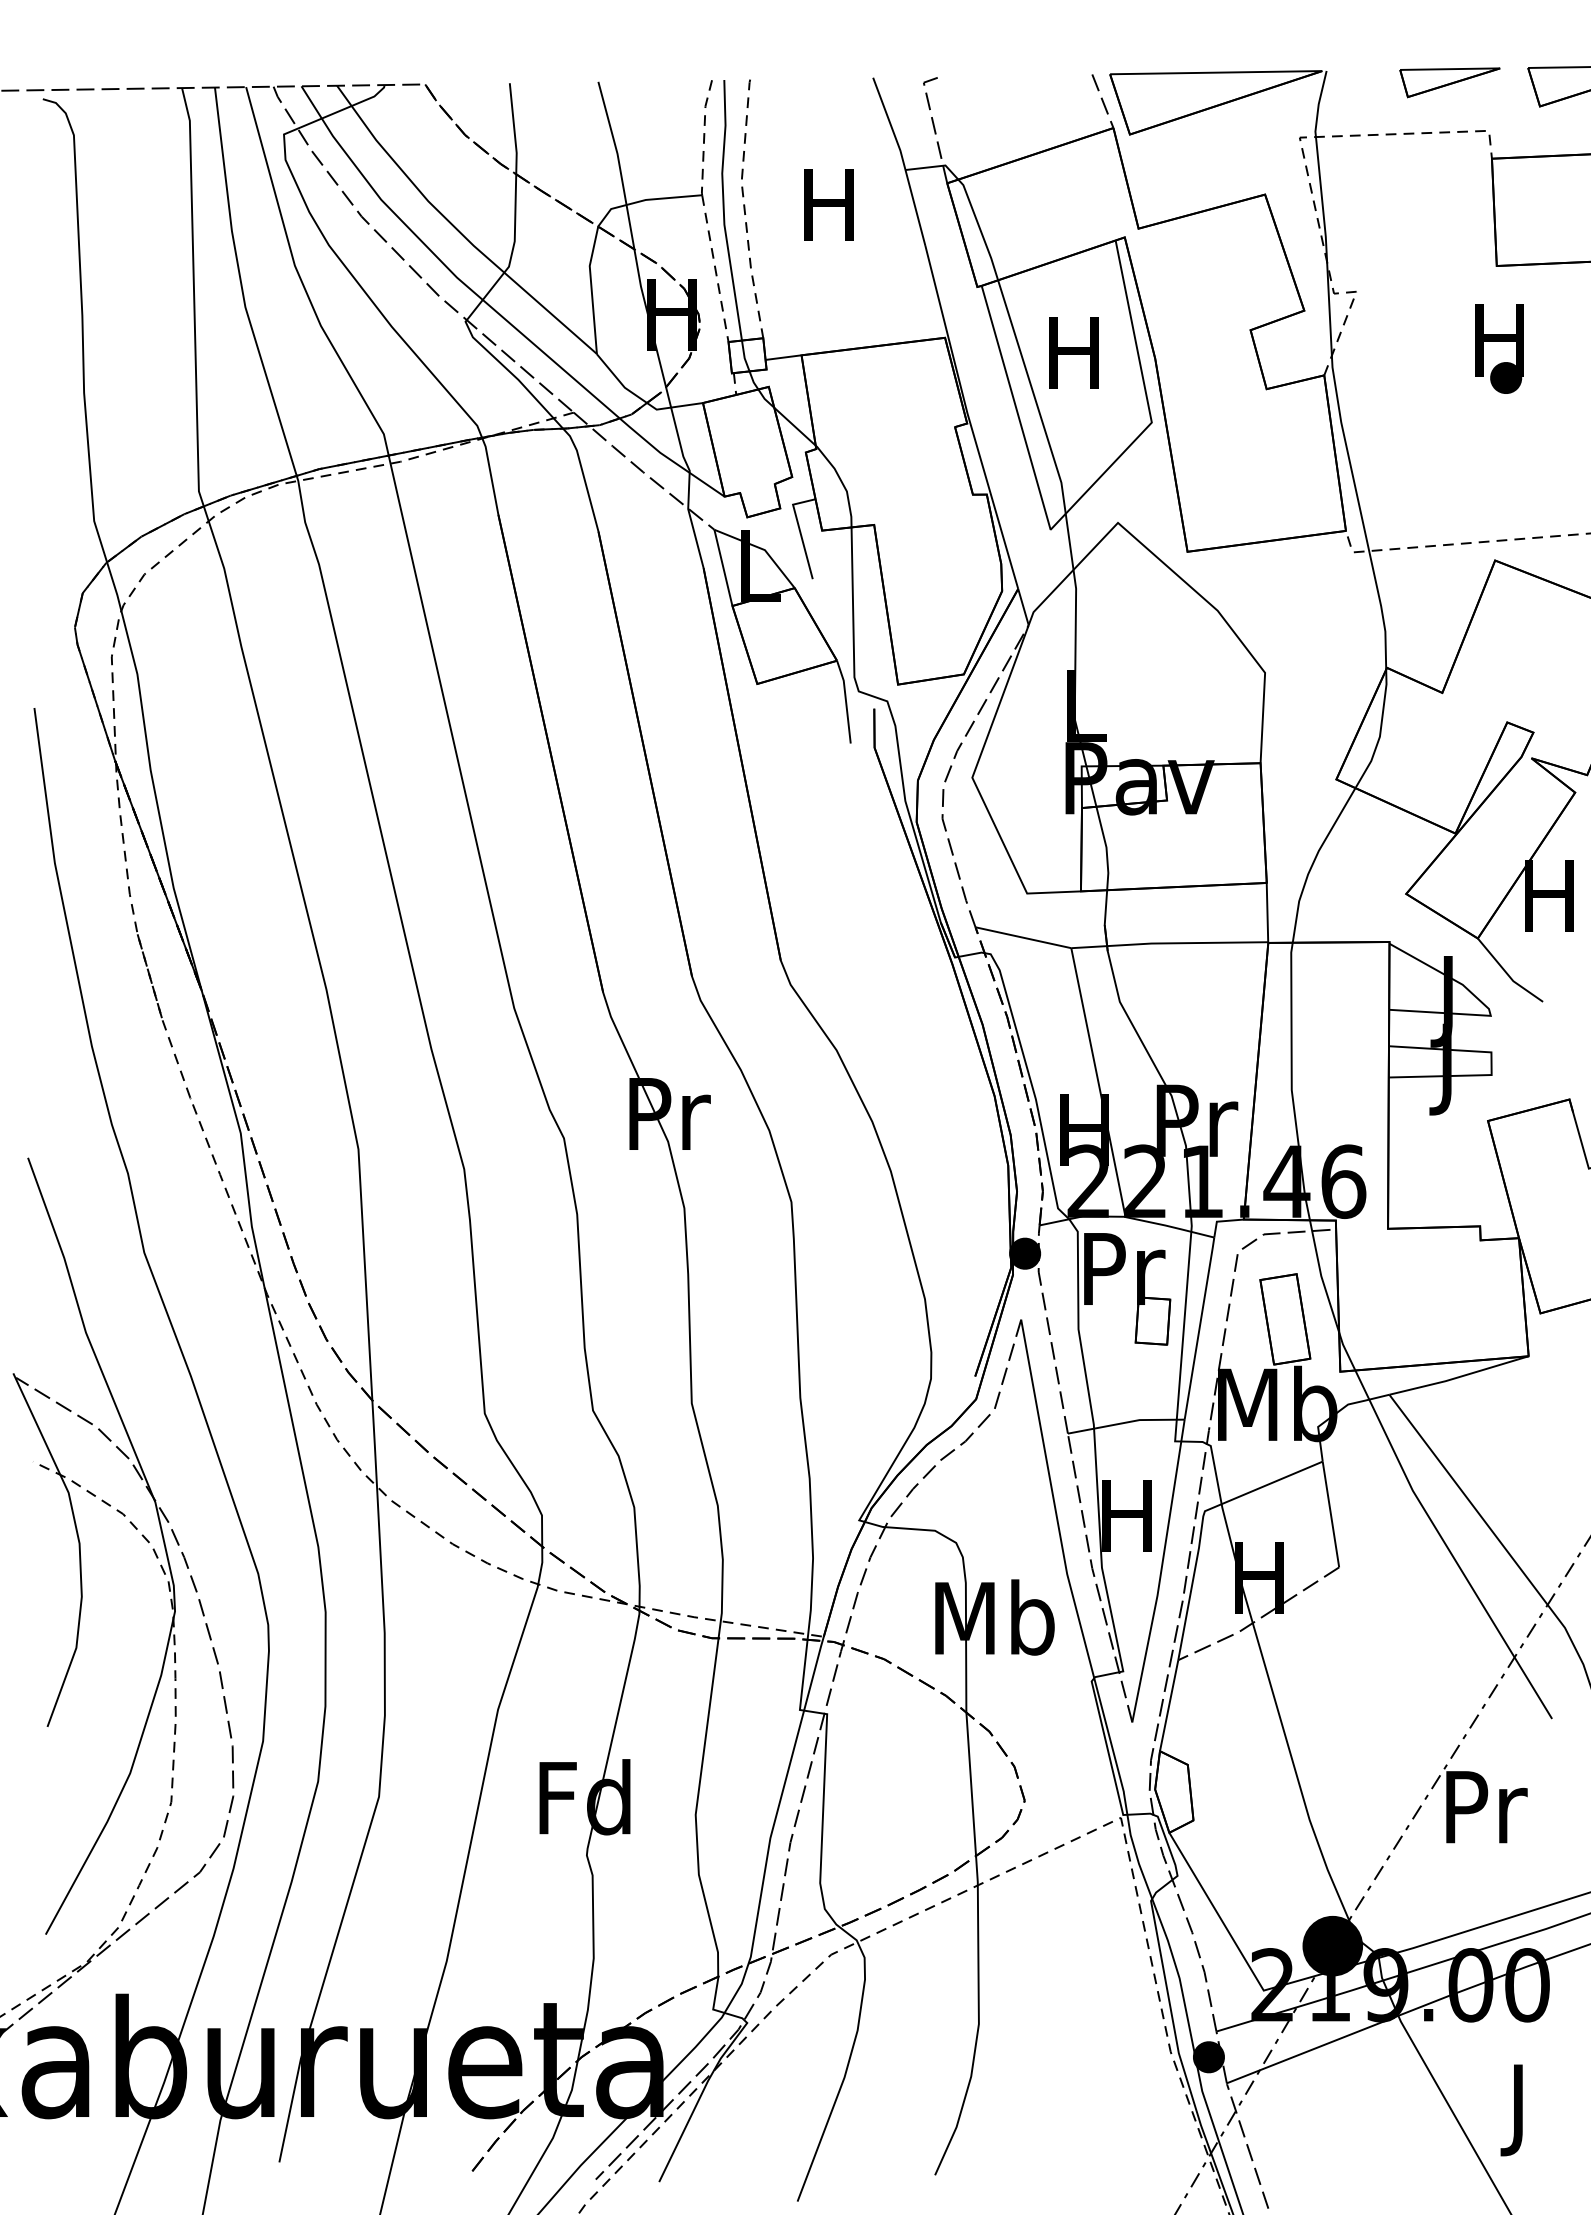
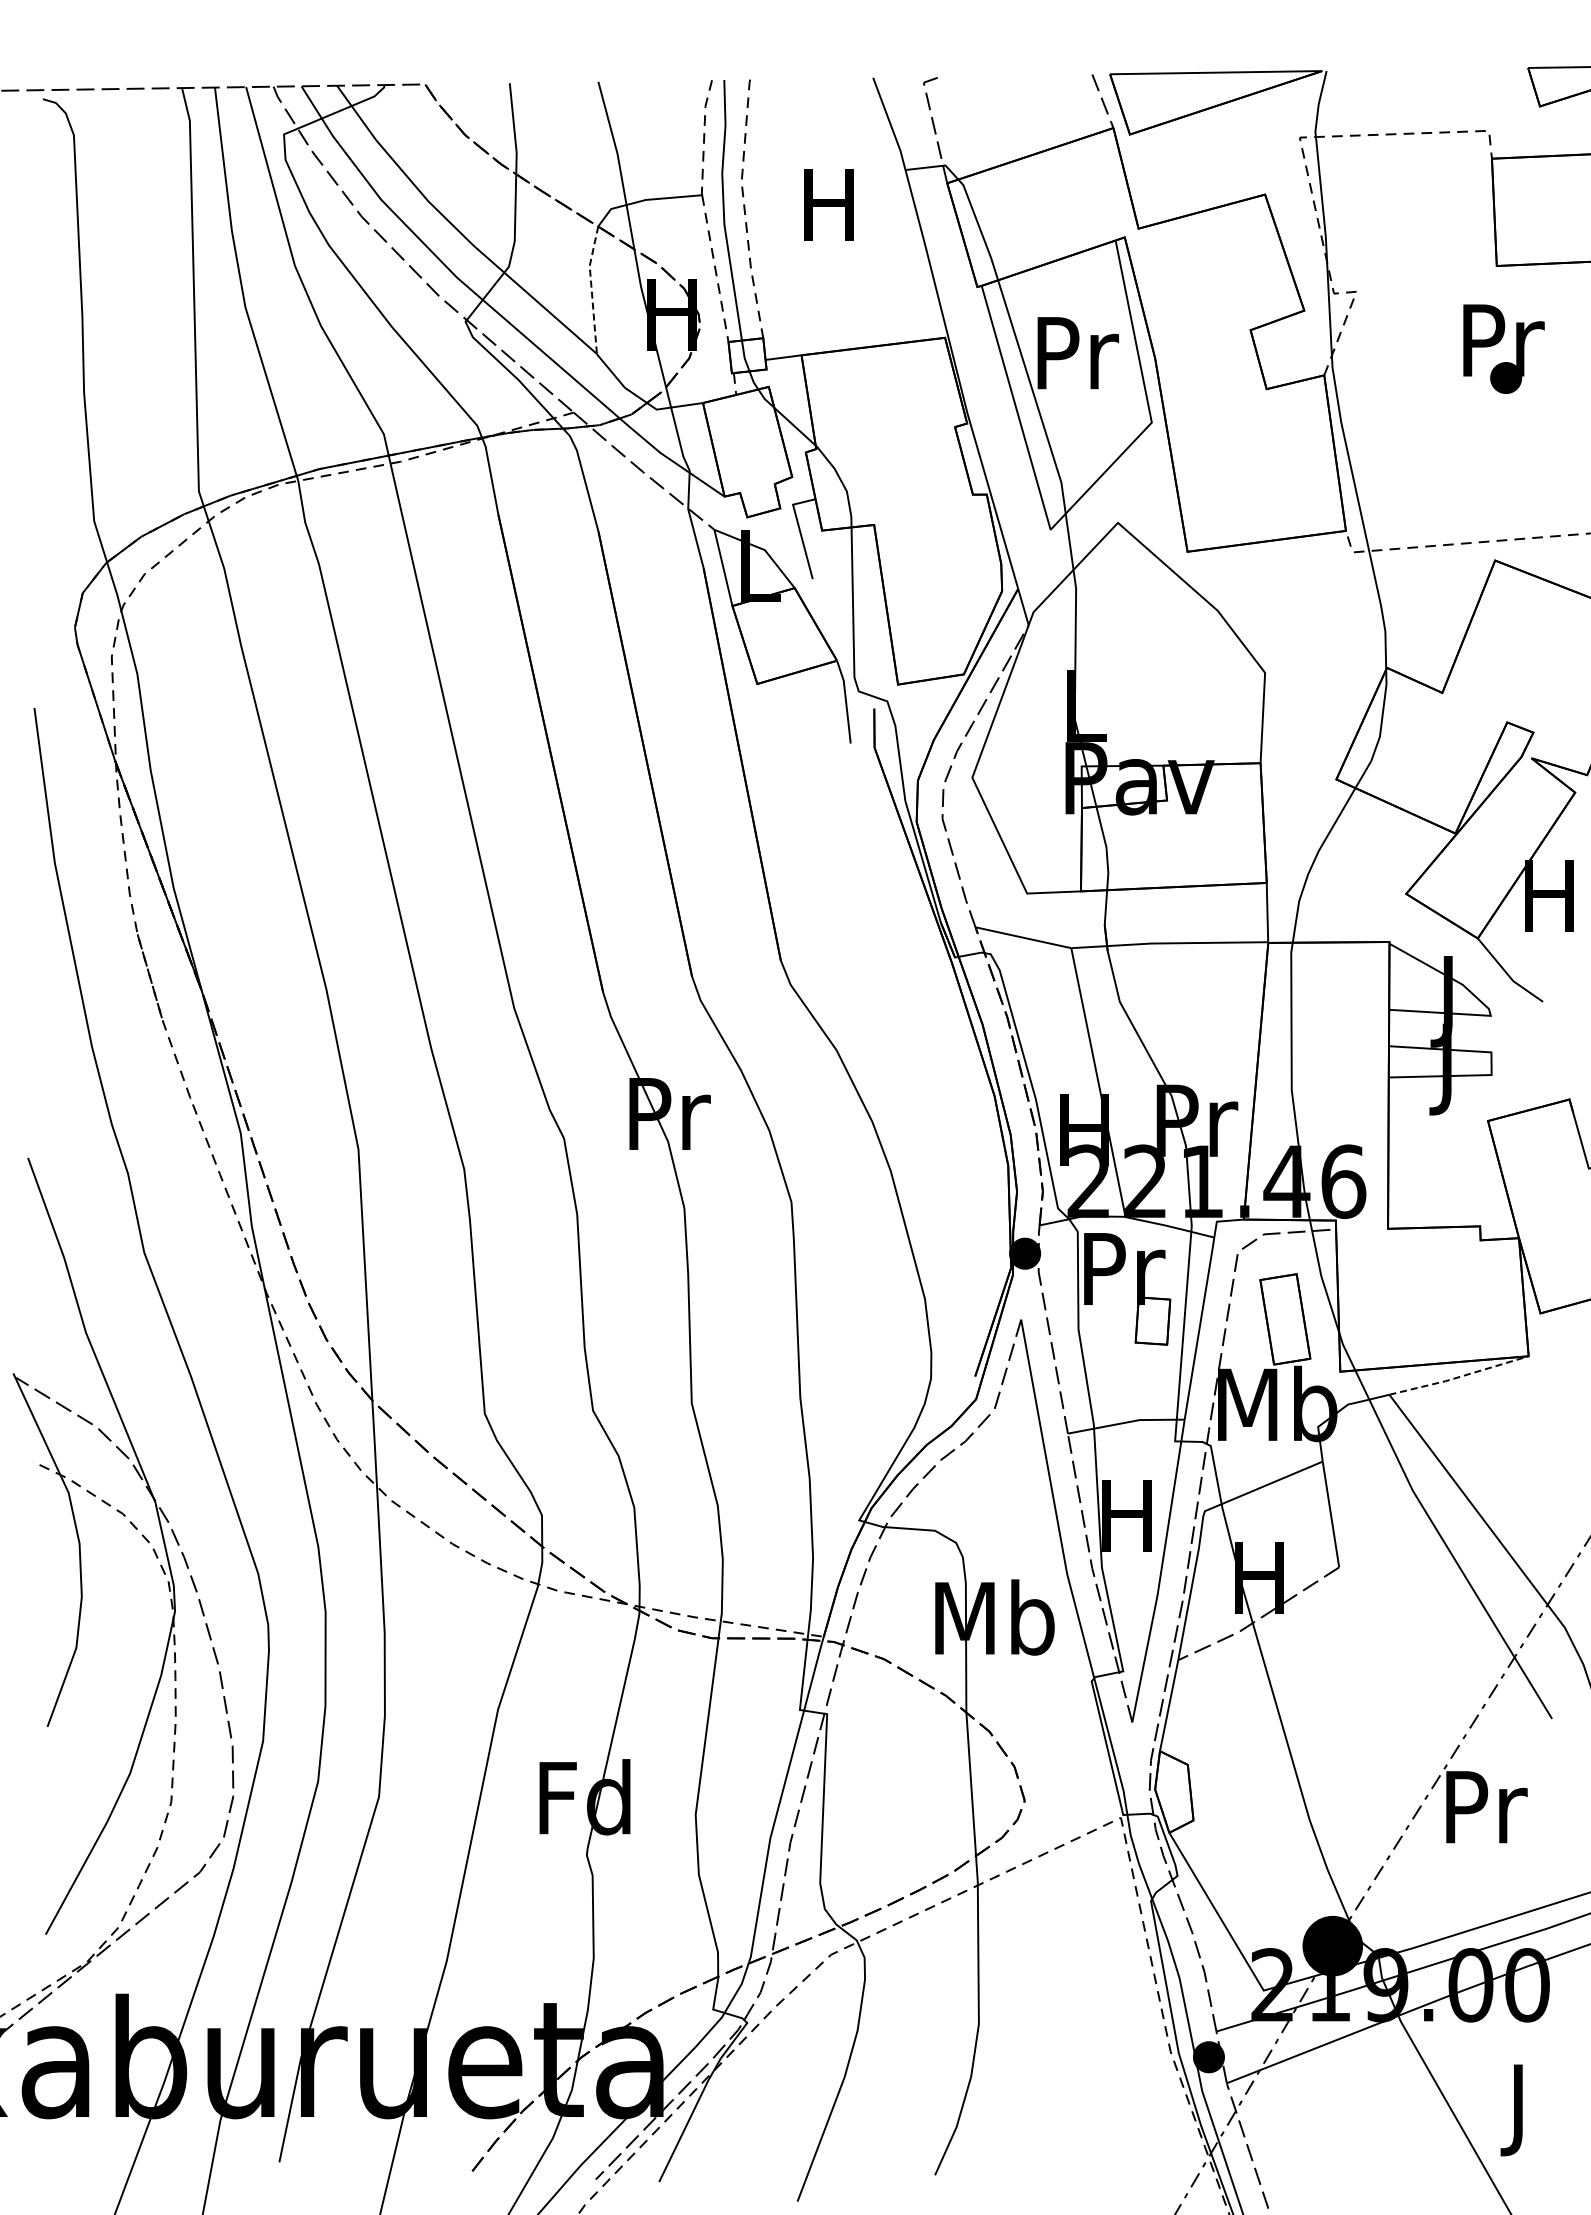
part at (1449, 82): present -> none
line at (591, 289): solid -> dashed
text at (1503, 340): H -> Pr
text at (1078, 353): H -> Pr
line at (1459, 1377): solid -> dashed
